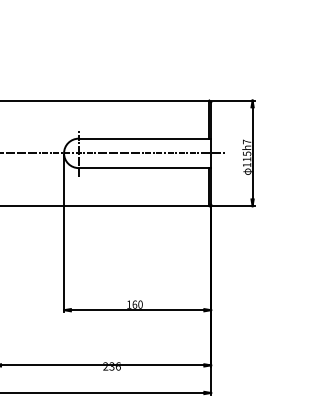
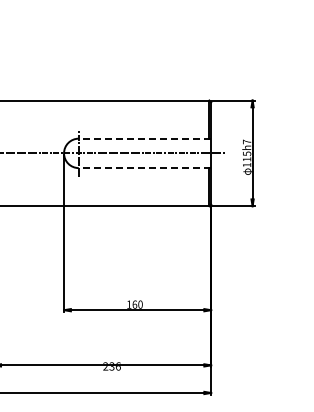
line at (144, 138): solid -> dashed
line at (144, 168): solid -> dashed
